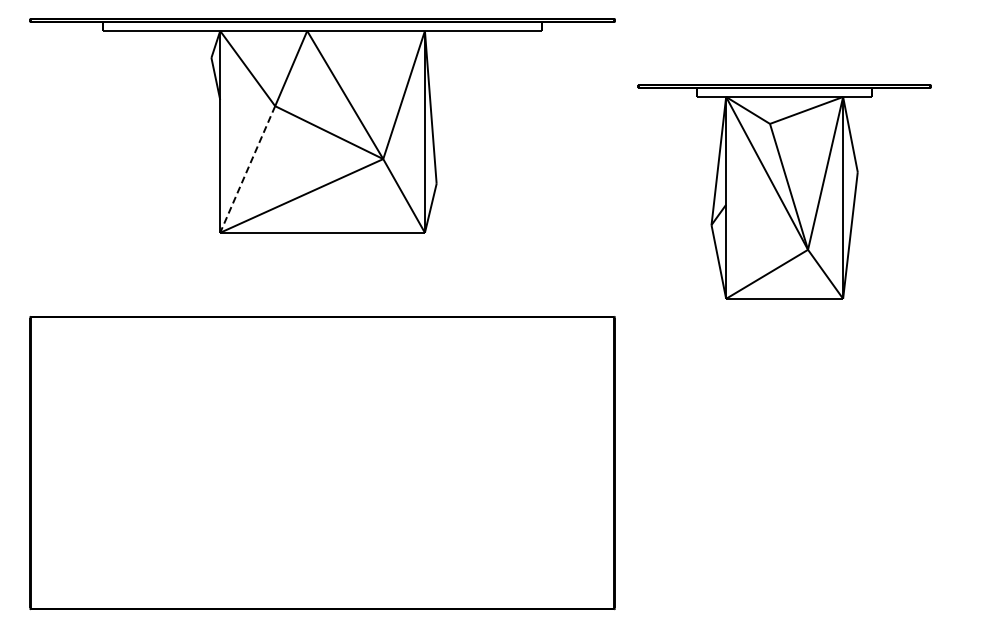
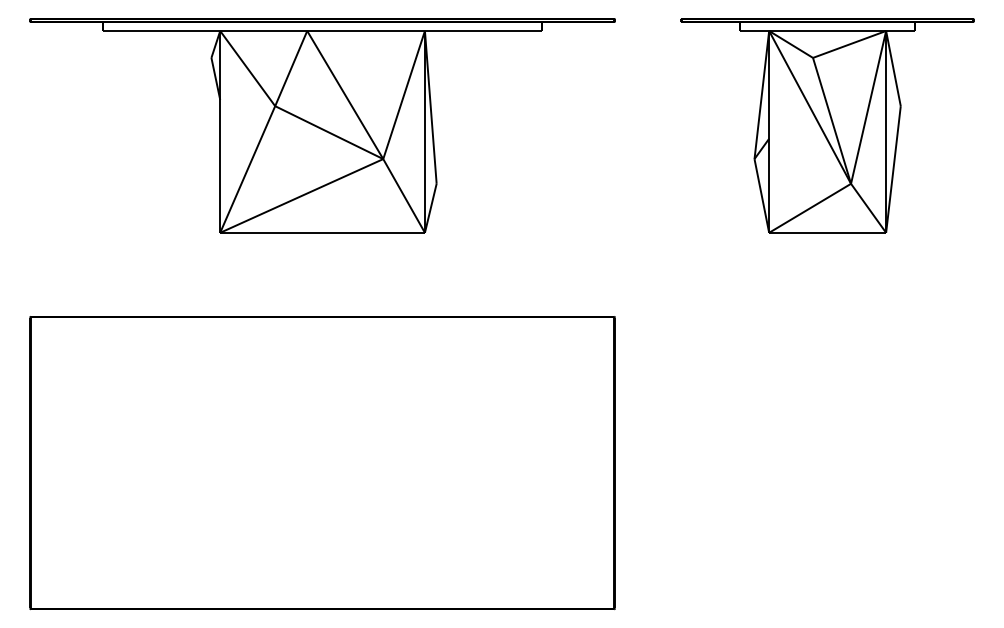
line at (247, 169): dashed -> solid
part at (784, 191) position: (784, 191) -> (827, 125)
